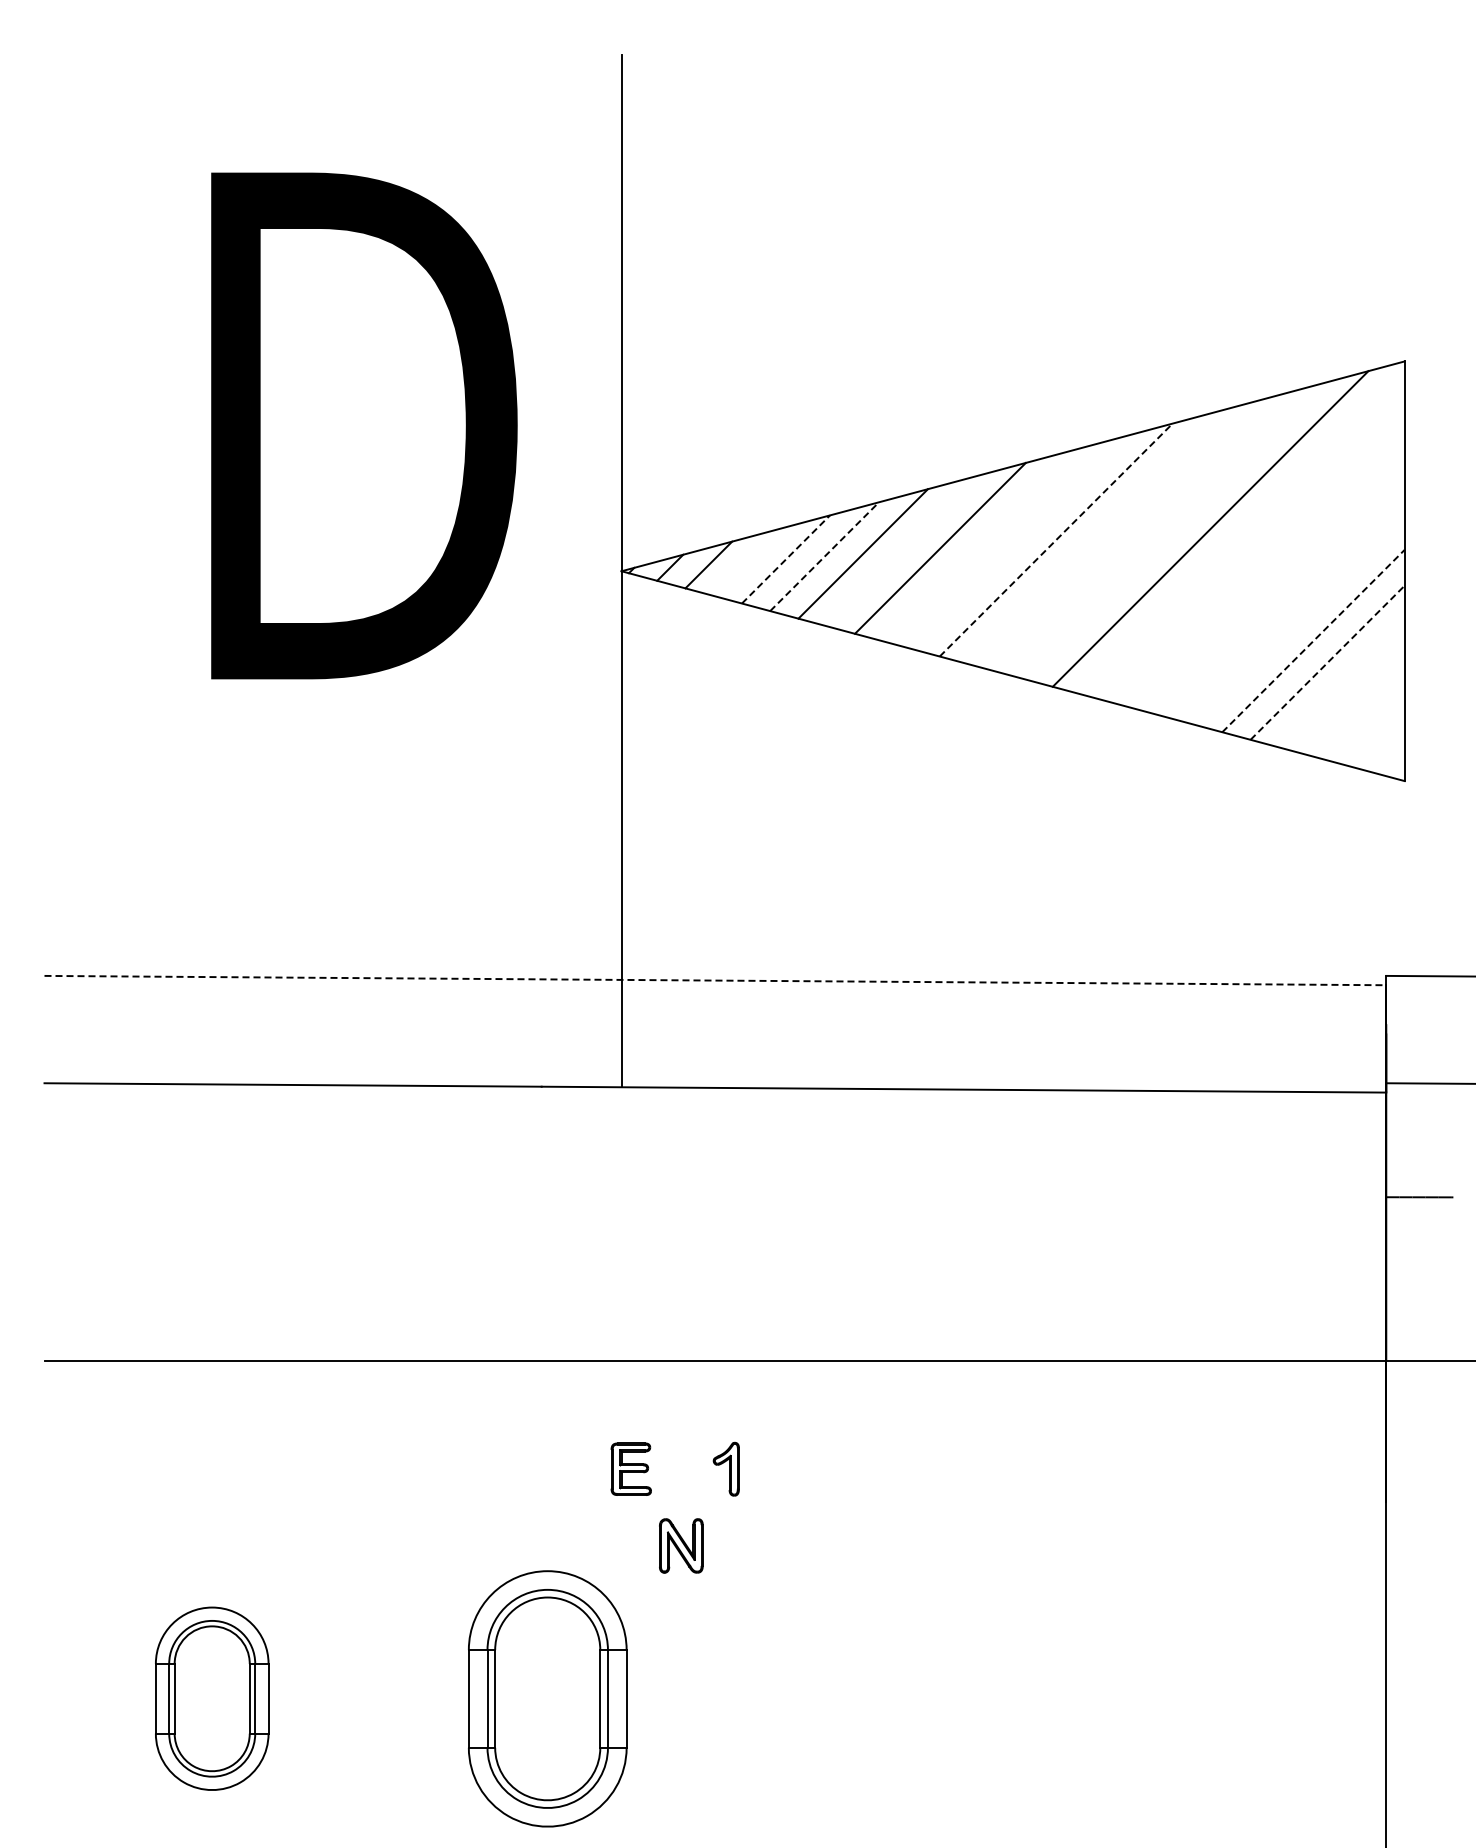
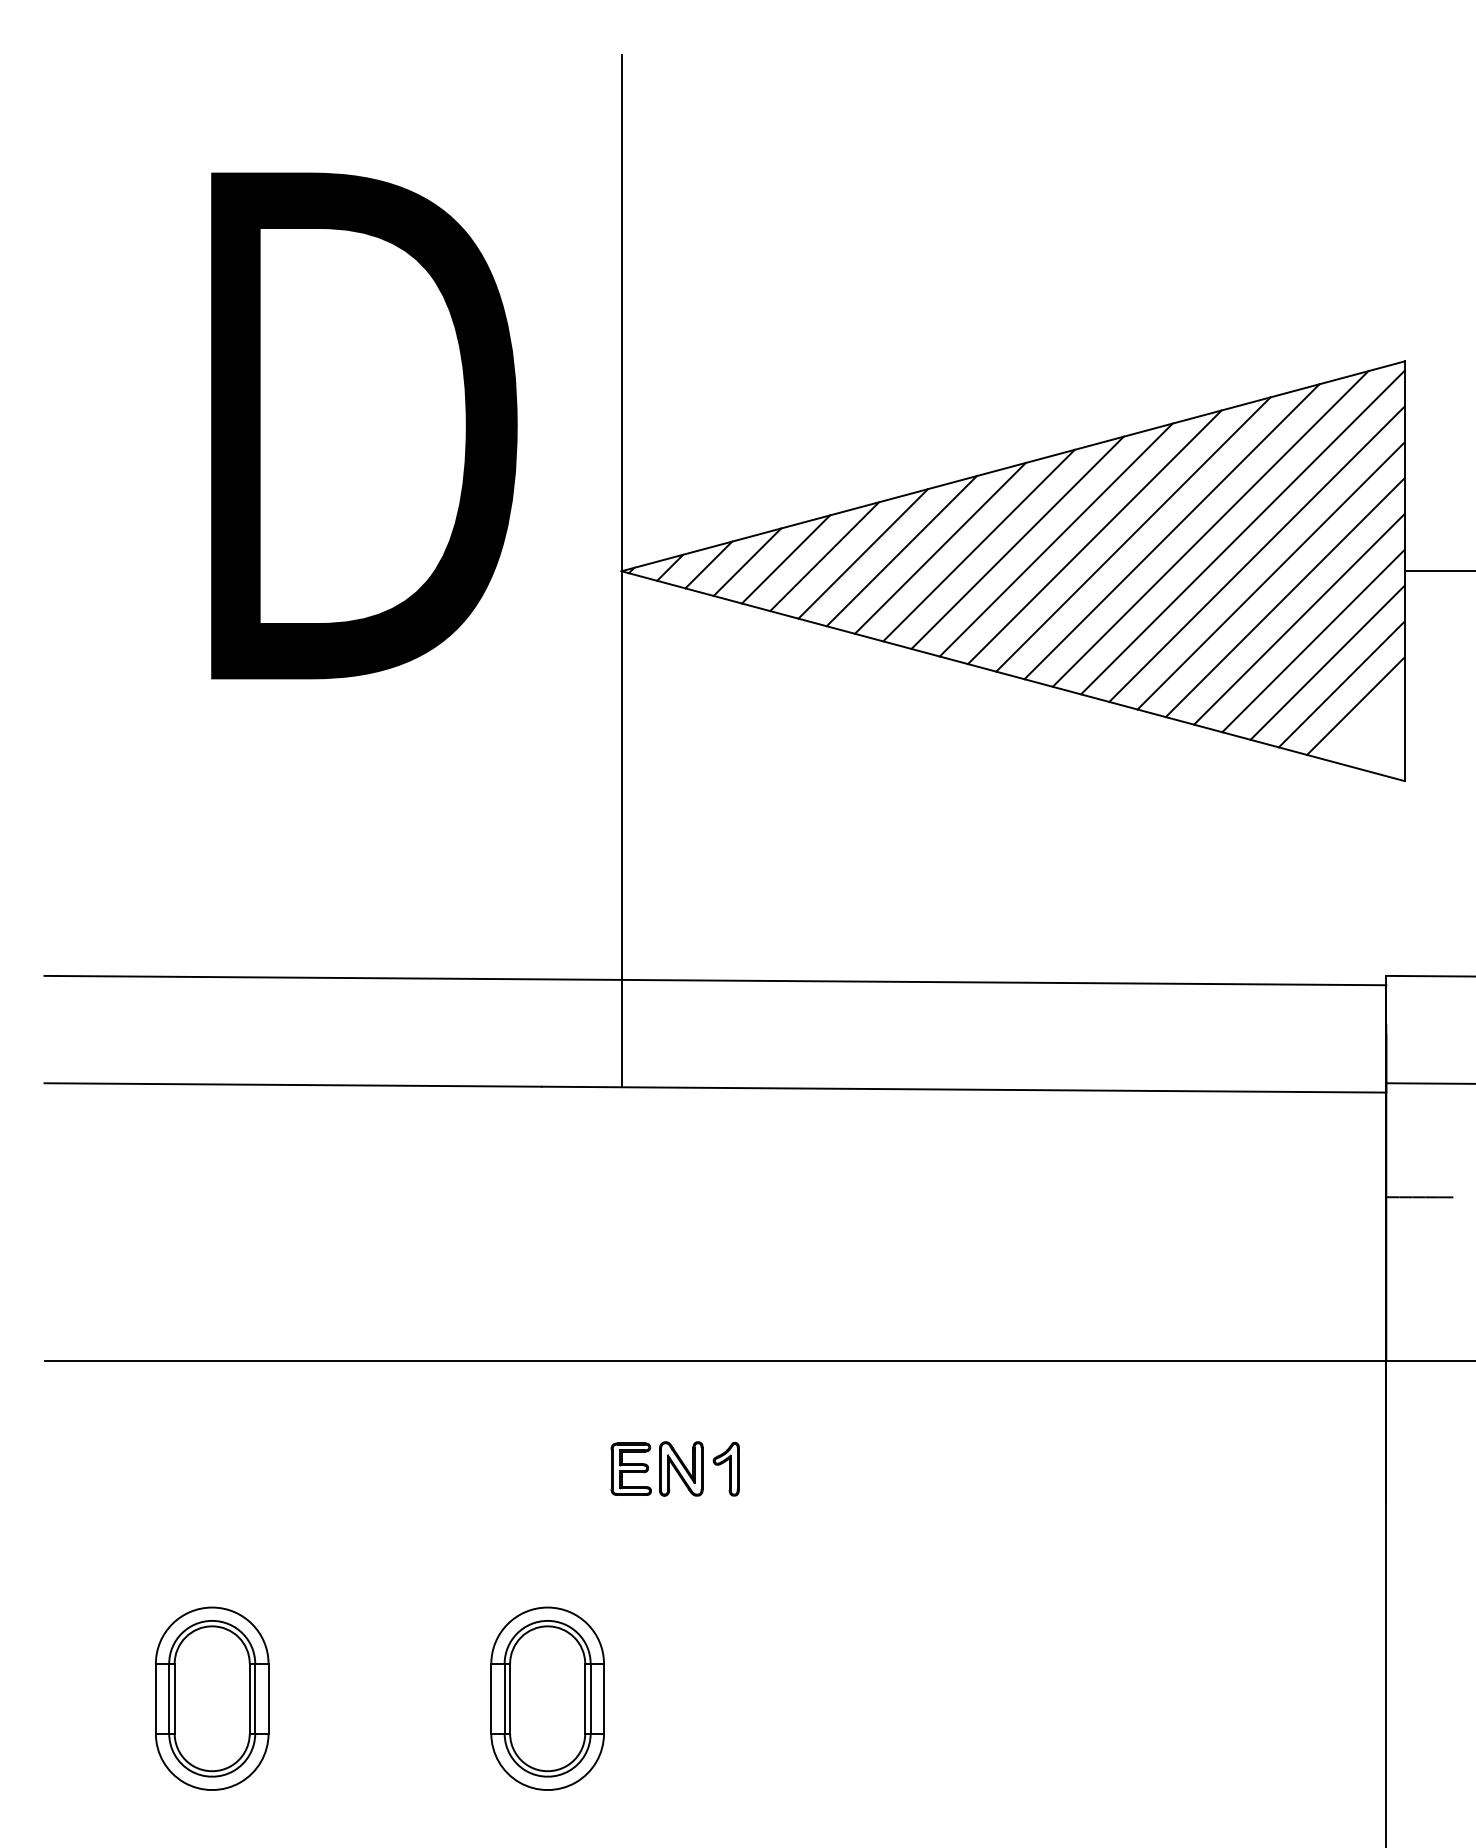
line at (1171, 531): none -> present
line at (1242, 532): none -> present
line at (1133, 534): none -> present
line at (1094, 537): none -> present
line at (1056, 540): dashed -> solid
line at (1017, 542): none -> present
line at (978, 545): none -> present
line at (901, 551): none -> present
line at (1256, 553): none -> present
line at (824, 556): dashed -> solid
line at (786, 559): dashed -> solid
line at (747, 561): none -> present
line at (1438, 571): none -> present
line at (1270, 575): none -> present
line at (1284, 597): none -> present
line at (1299, 619): none -> present
line at (1313, 641): dashed -> solid
line at (1327, 662): dashed -> solid
line at (1341, 684): none -> present
line at (1355, 705): none -> present
line at (715, 980): dashed -> solid
part at (681, 1545) position: (681, 1545) -> (681, 1468)
part at (547, 1698) size: 160x258 px -> 115x185 px
